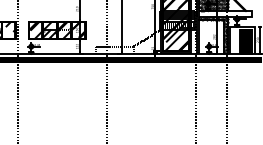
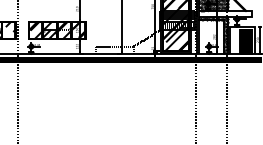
line at (106, 71): present -> none
